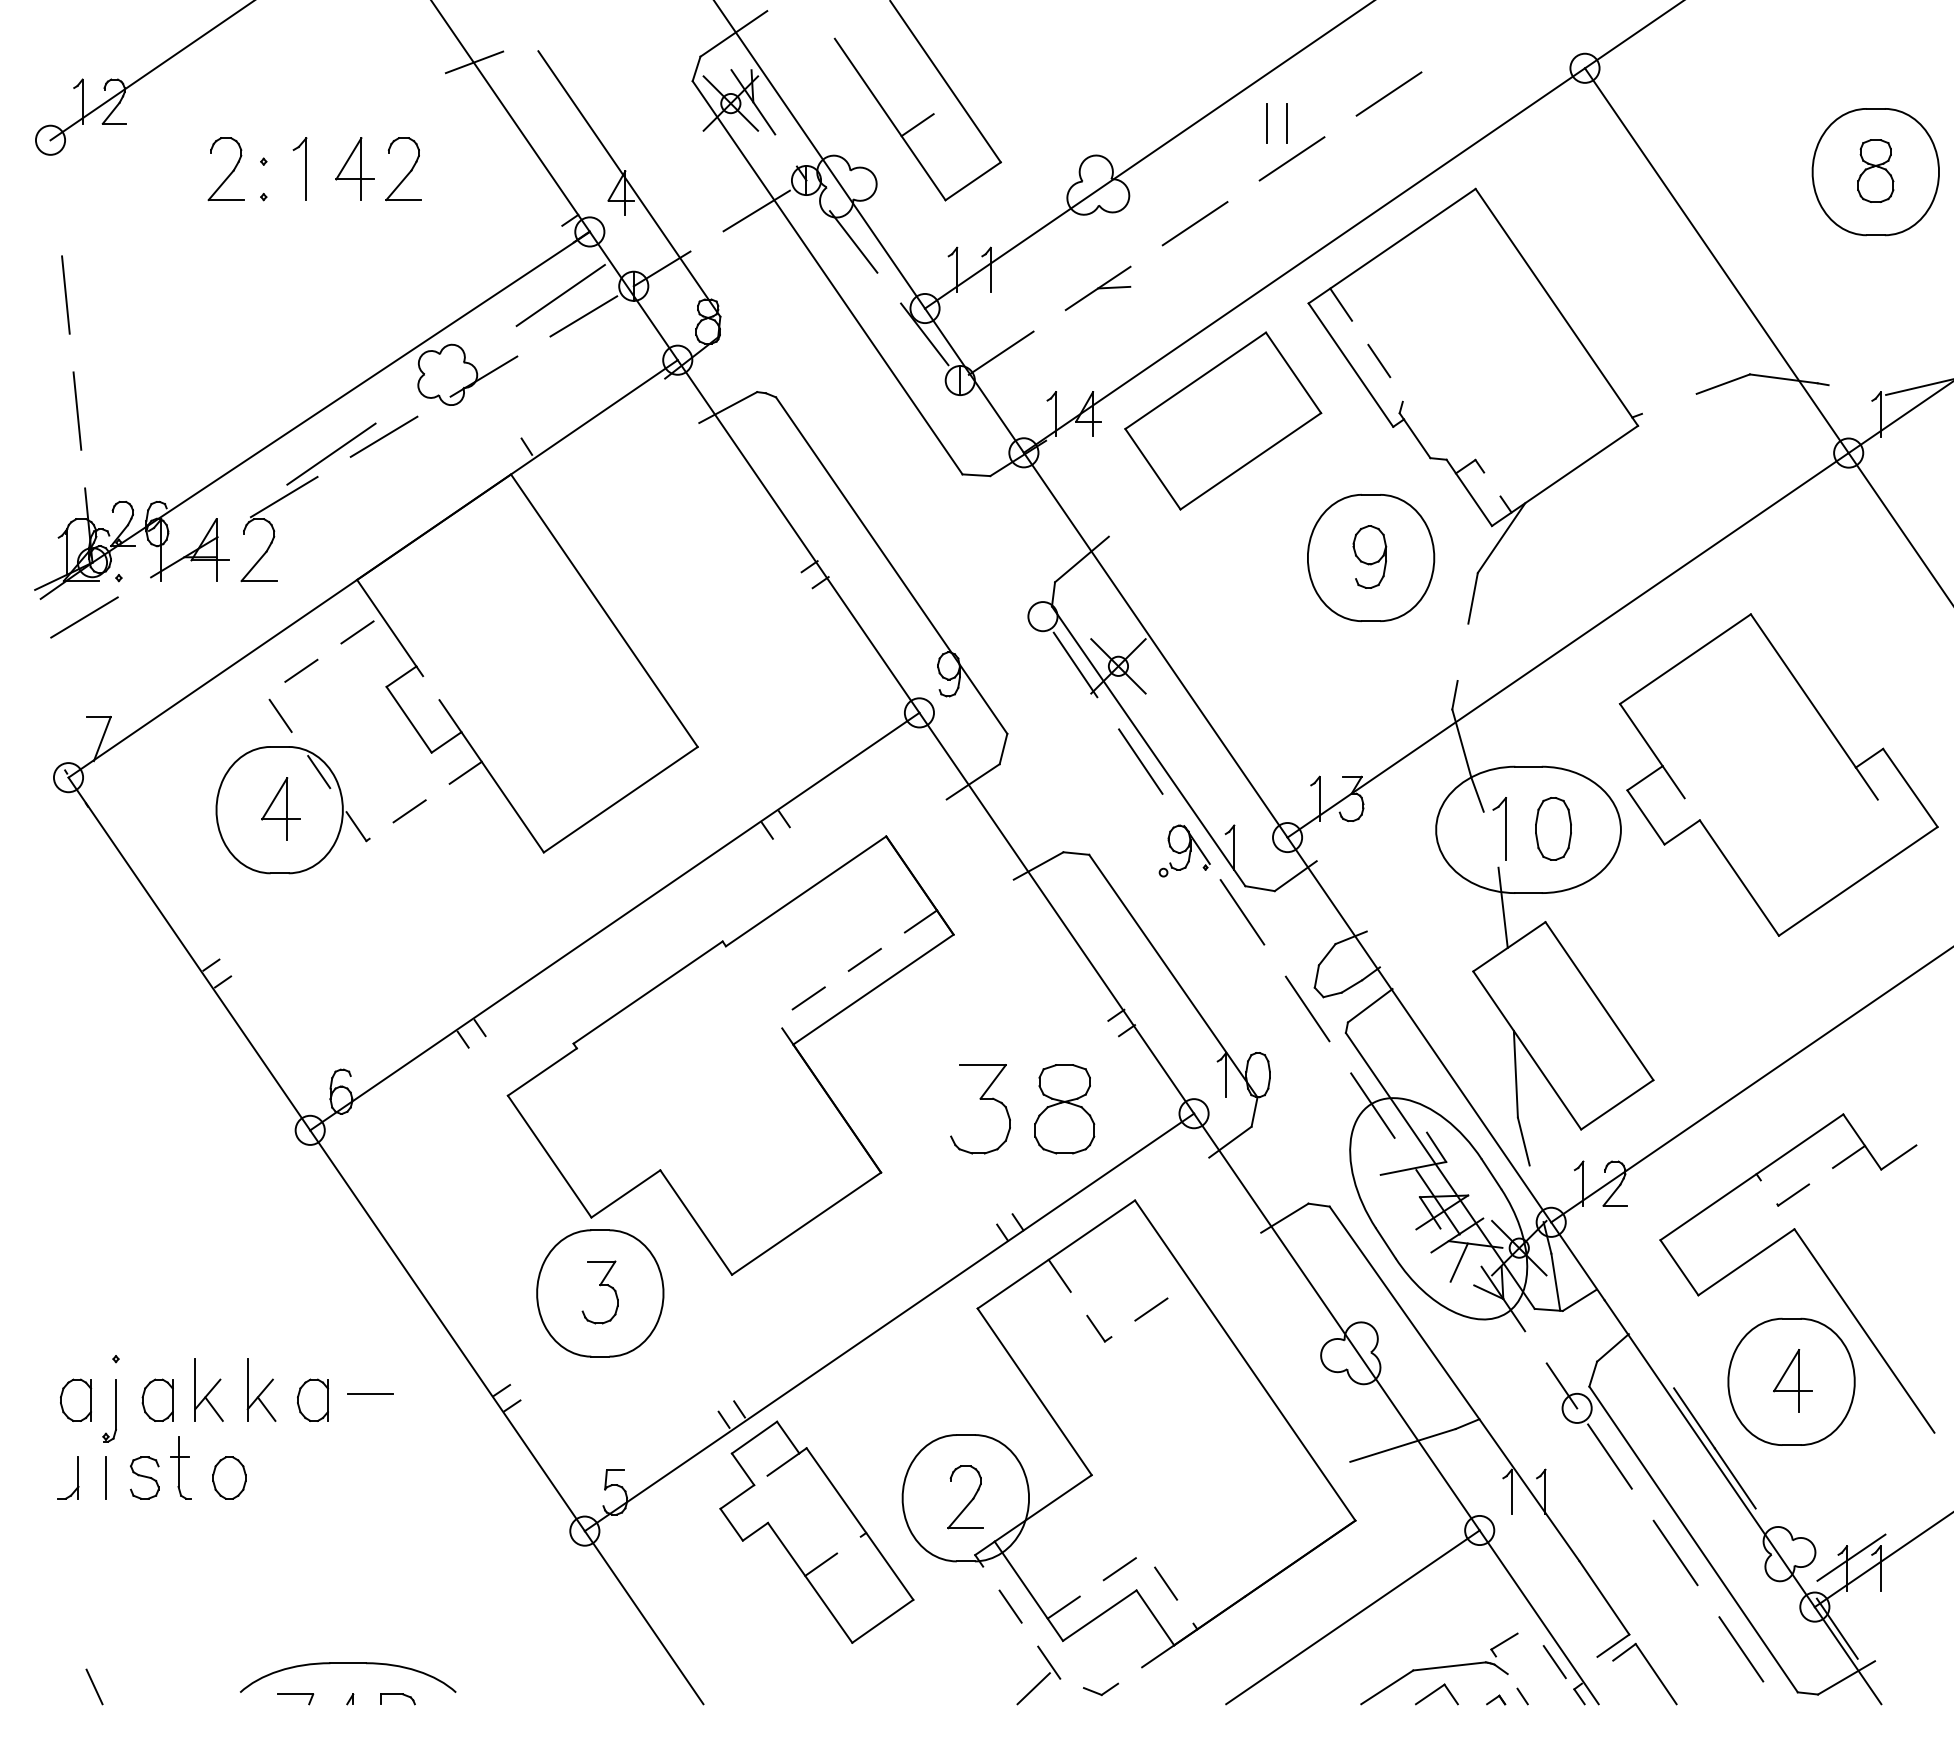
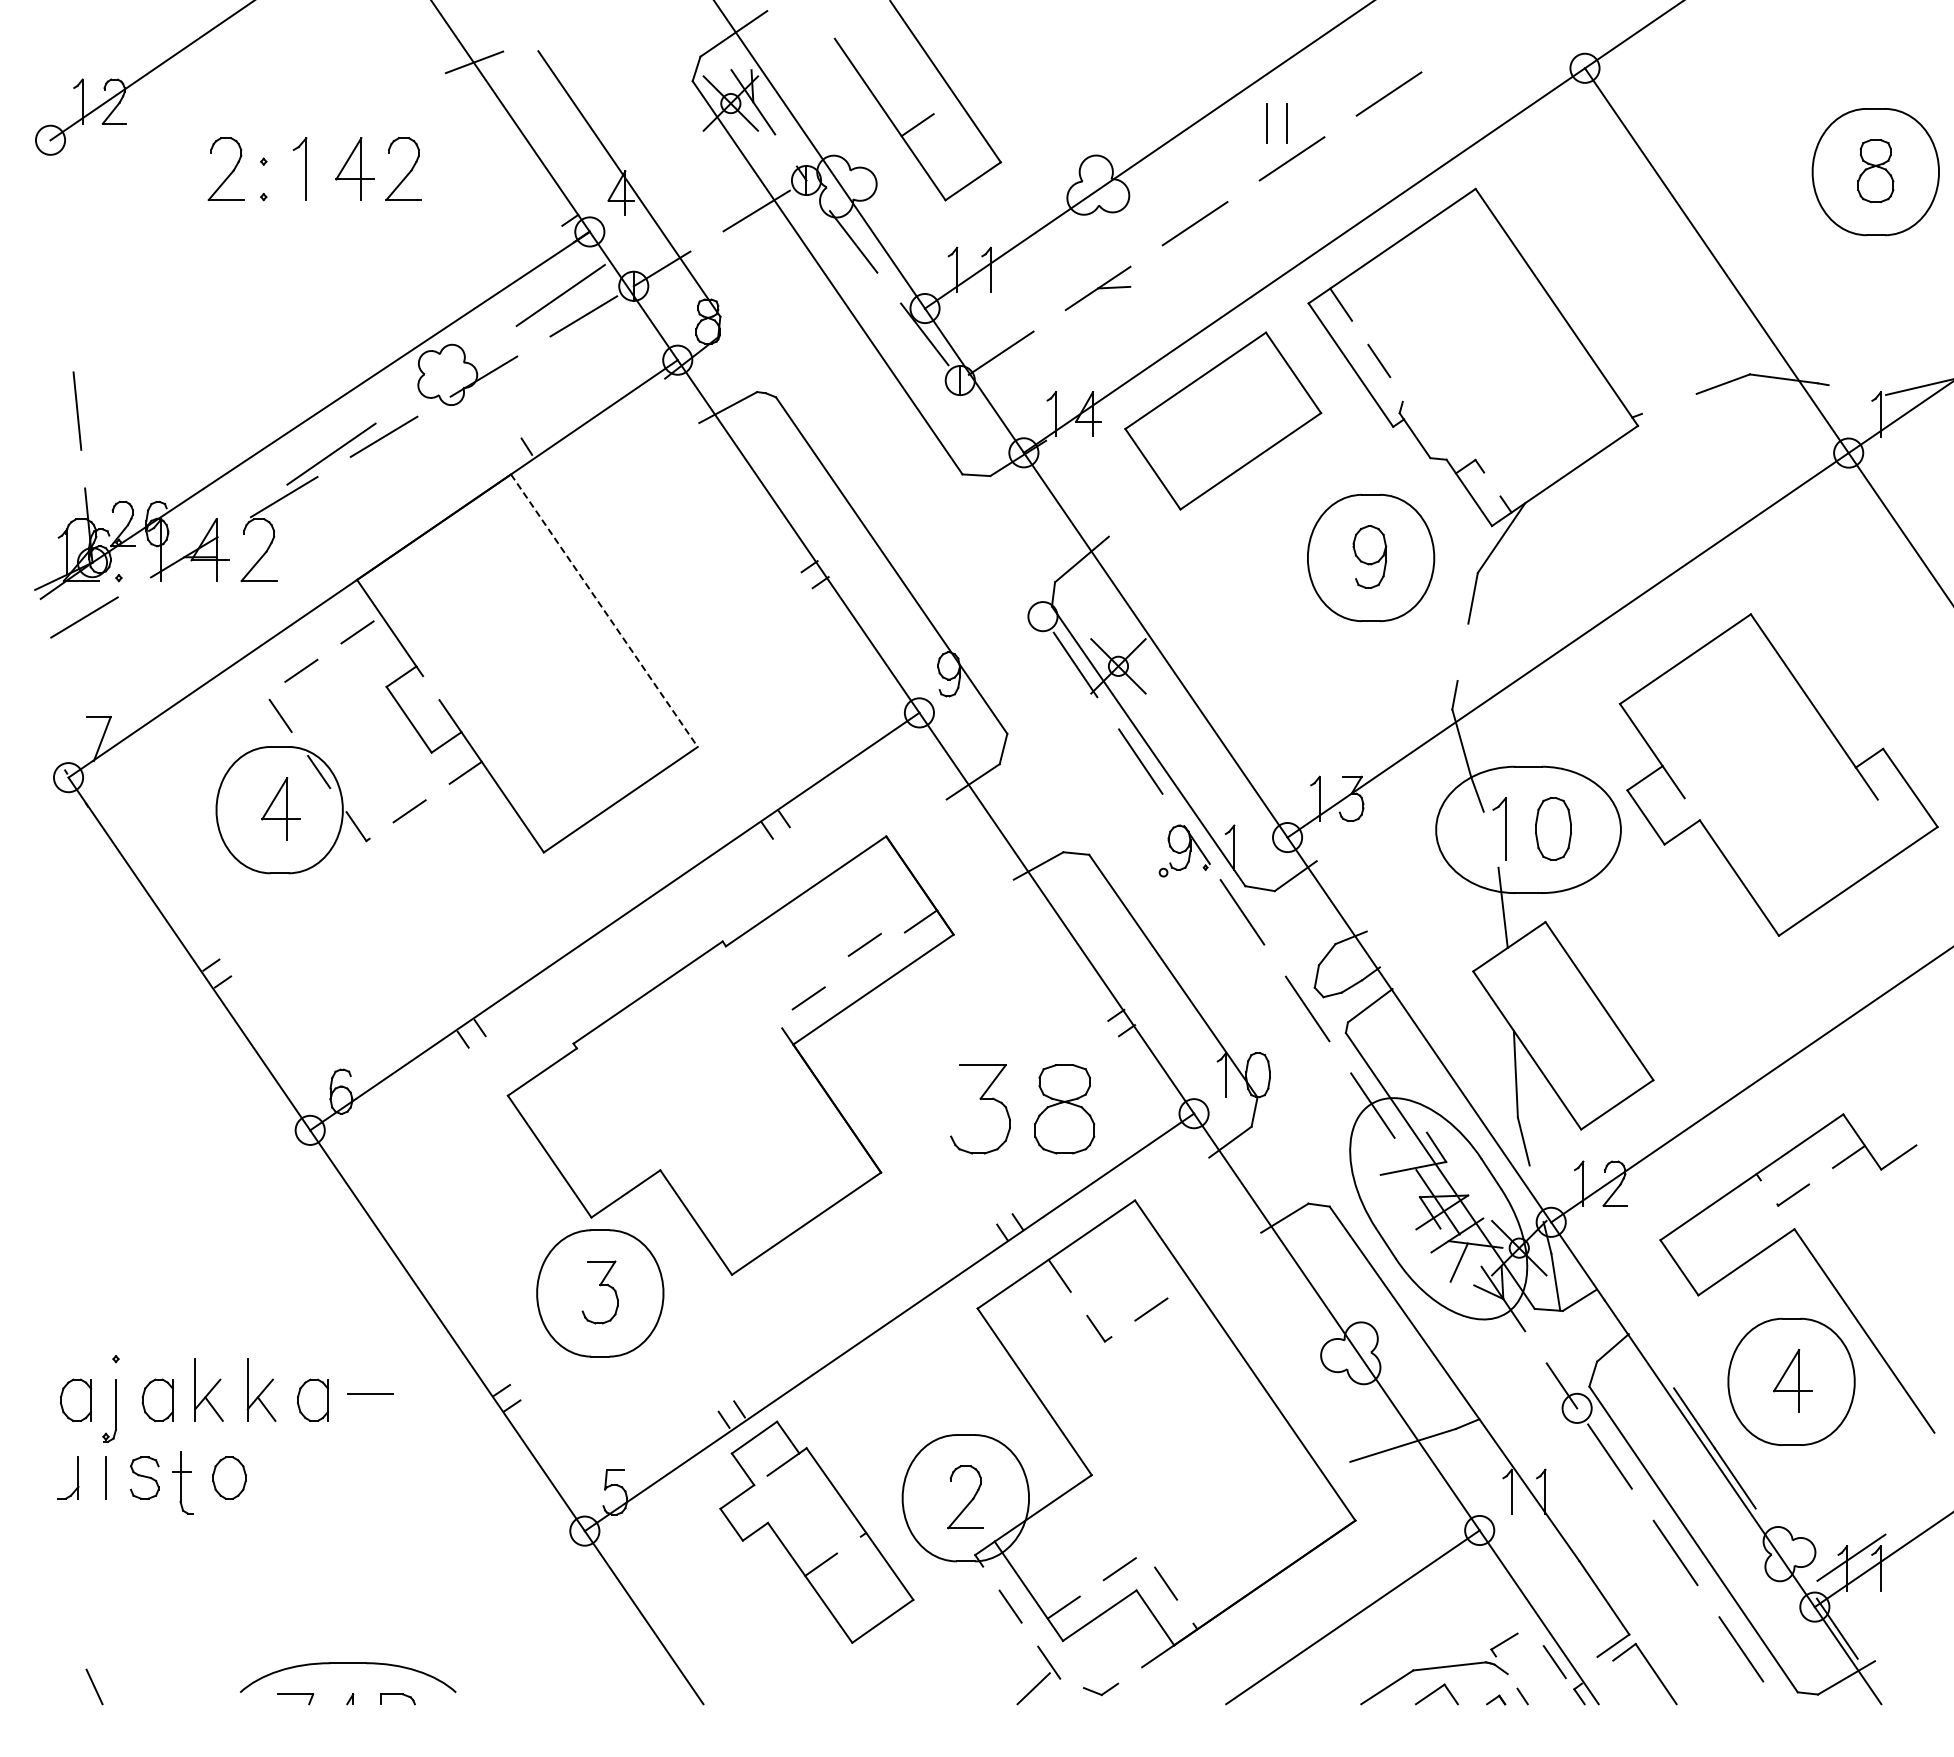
line at (65, 294): present -> none
line at (604, 611): solid -> dashed
line at (864, 959) position: (864, 959) -> (864, 944)
part at (180, 1467) position: (180, 1467) -> (182, 1482)
